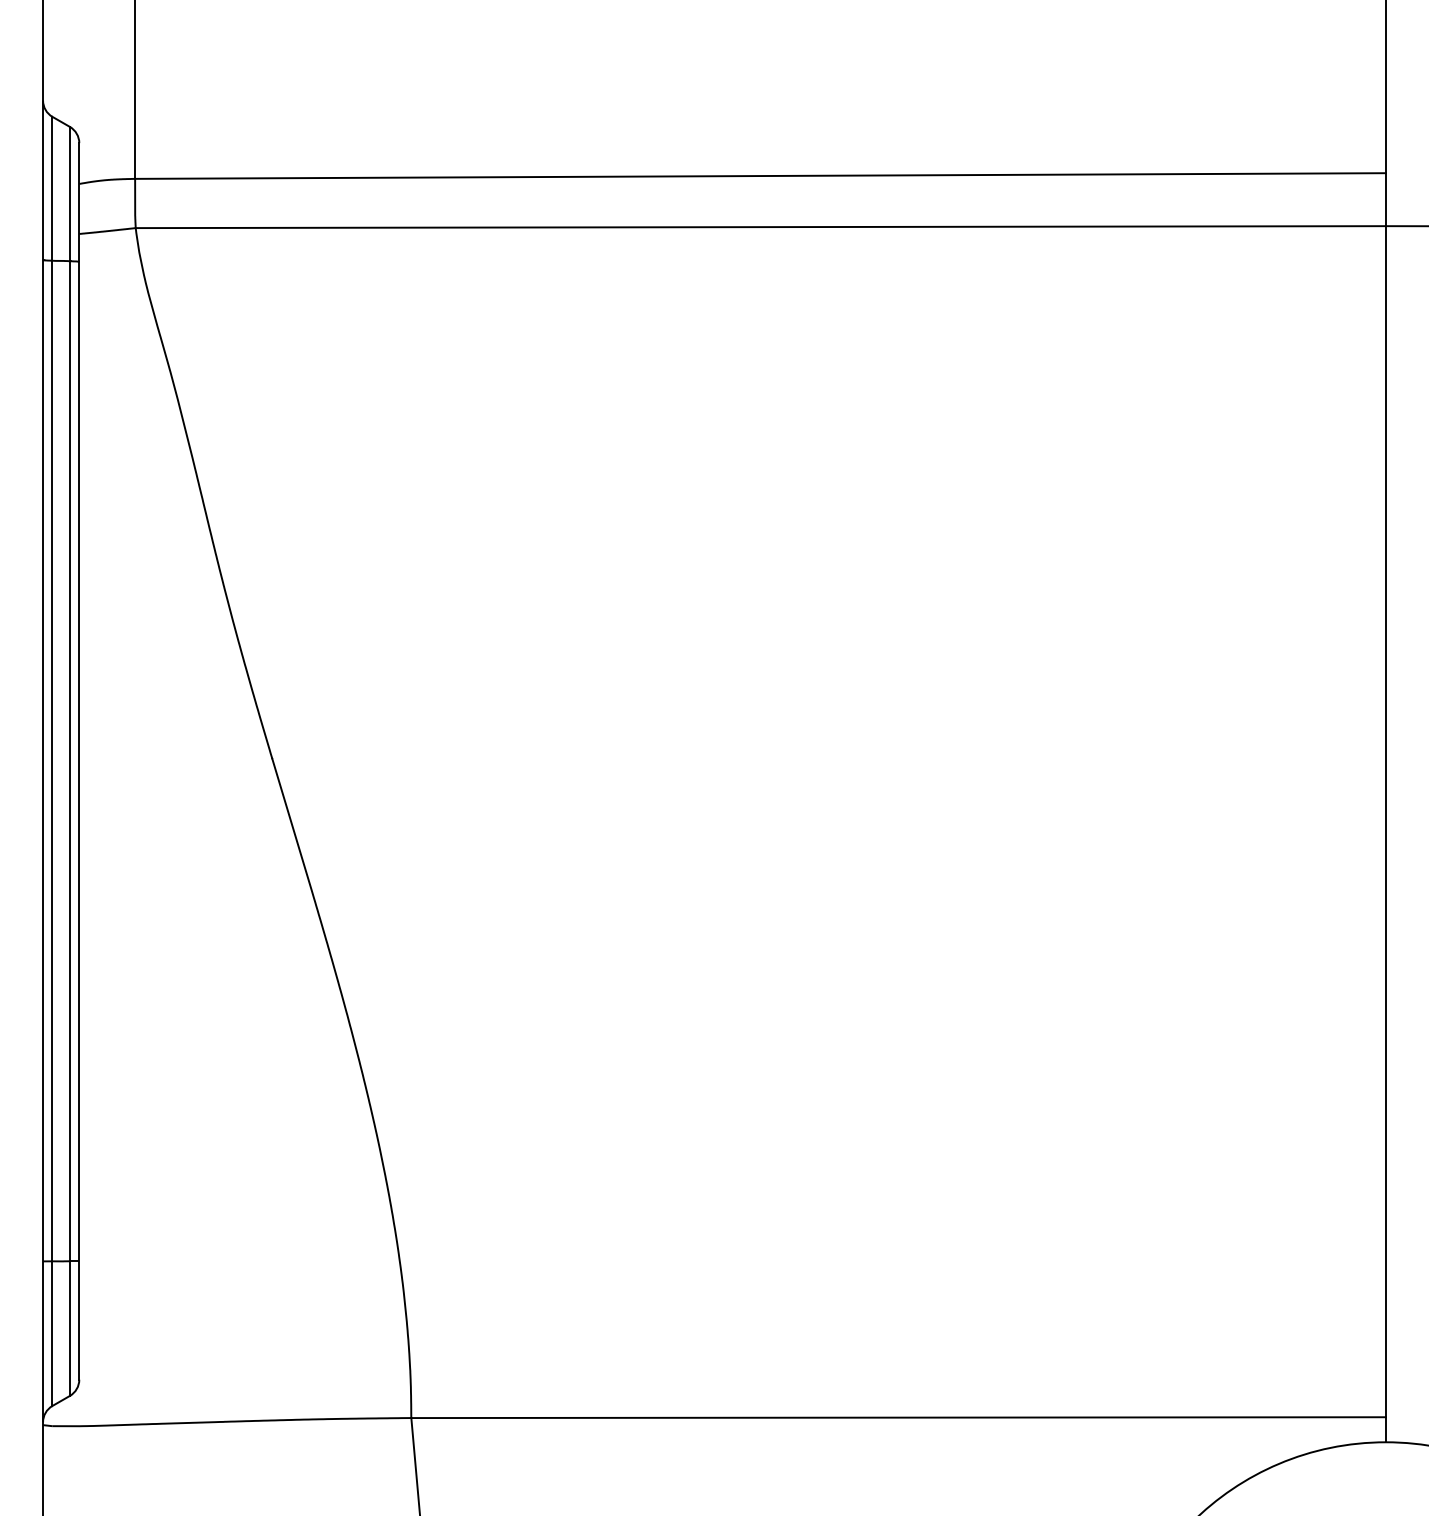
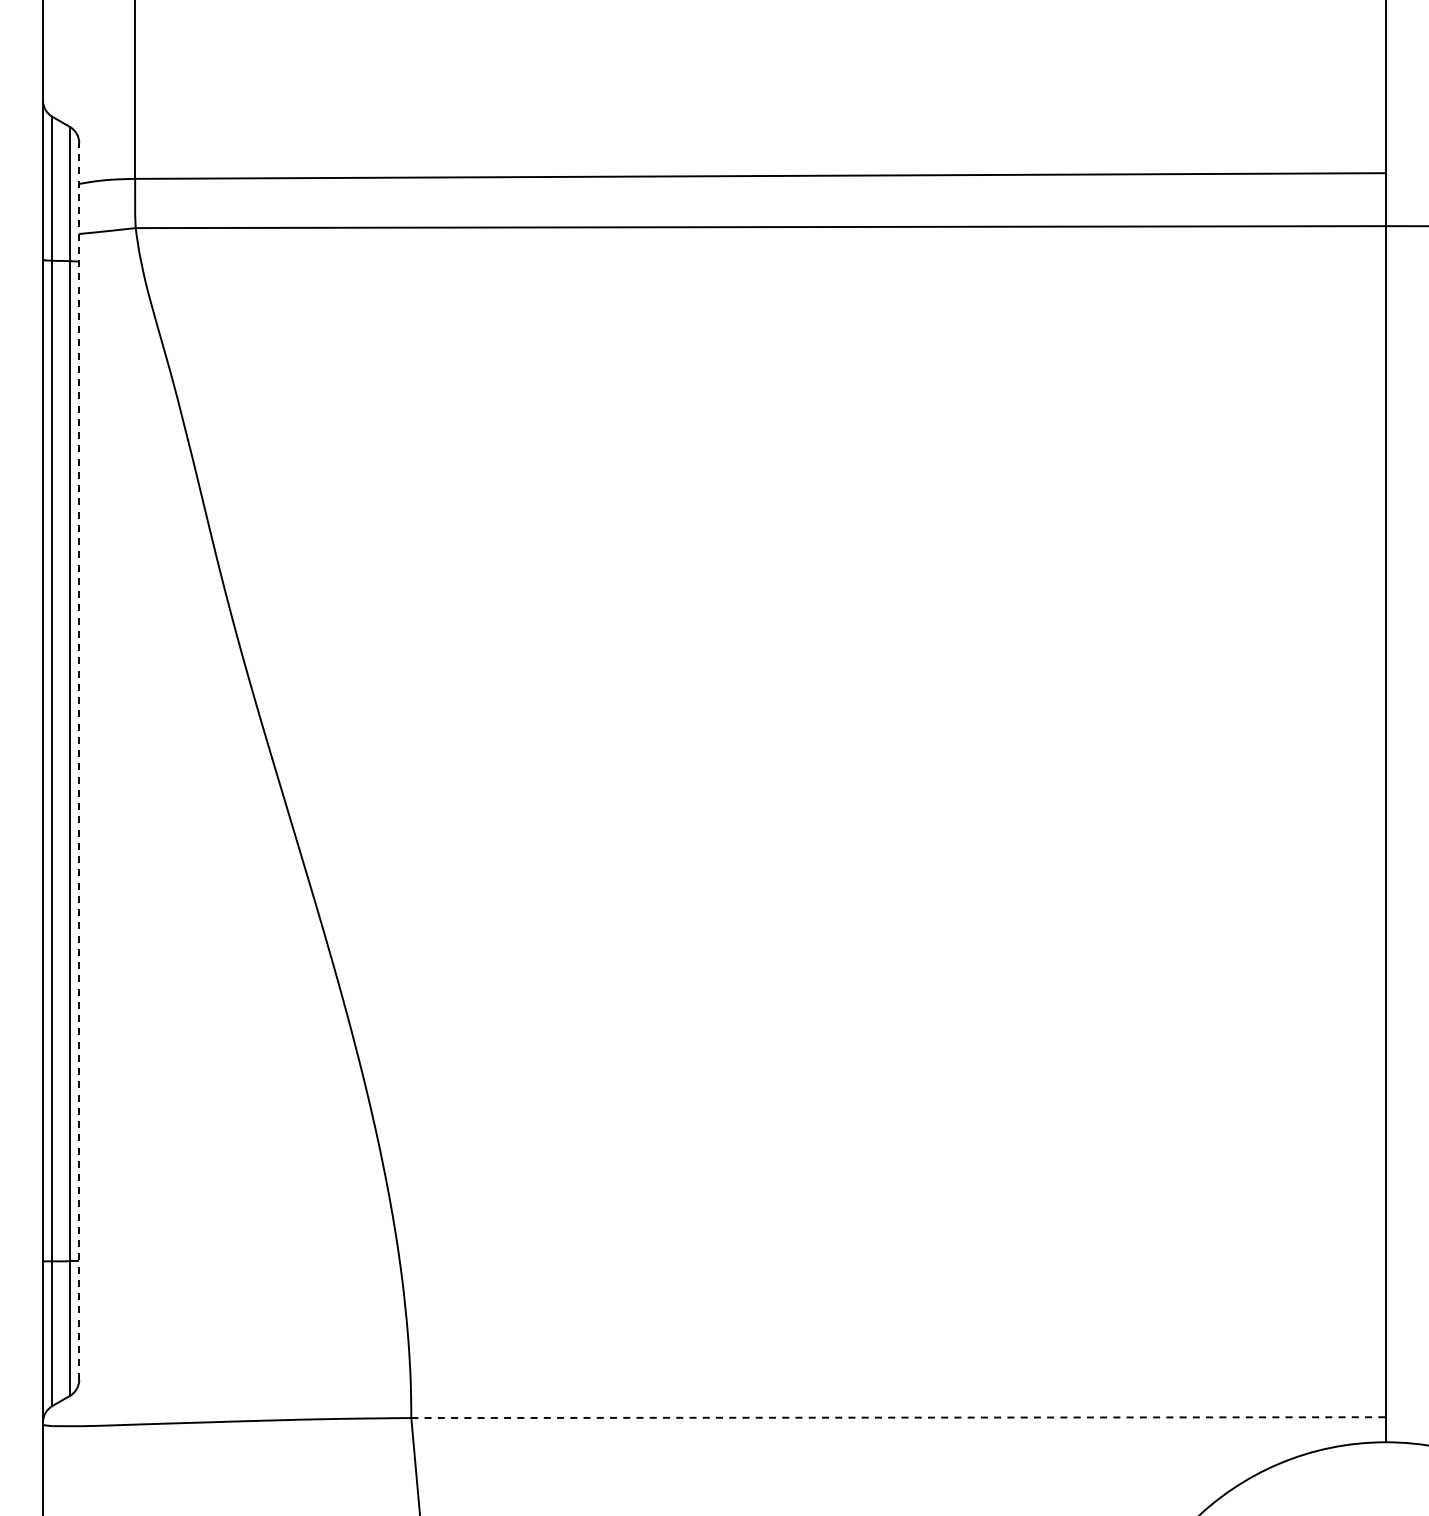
line at (79, 760): solid -> dashed
line at (899, 1417): solid -> dashed
